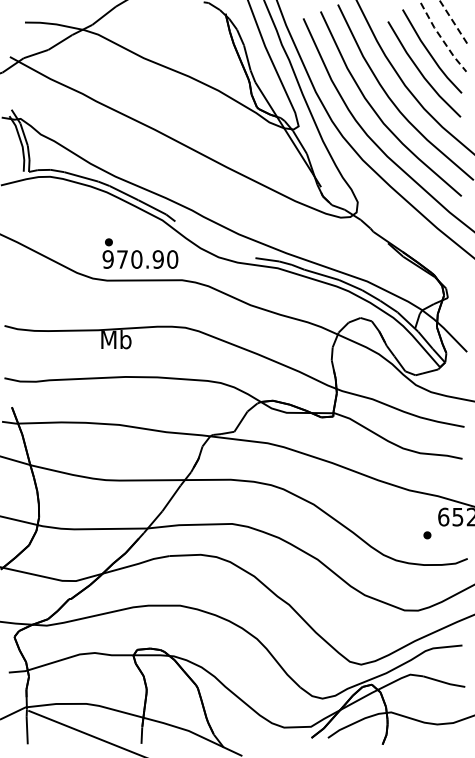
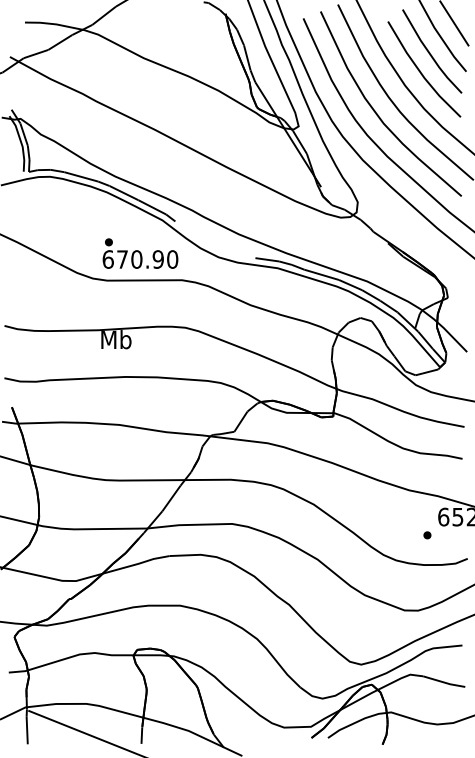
line at (454, 23): dashed -> solid
line at (440, 37): dashed -> solid
text at (107, 259): 970.90 -> 670.90
